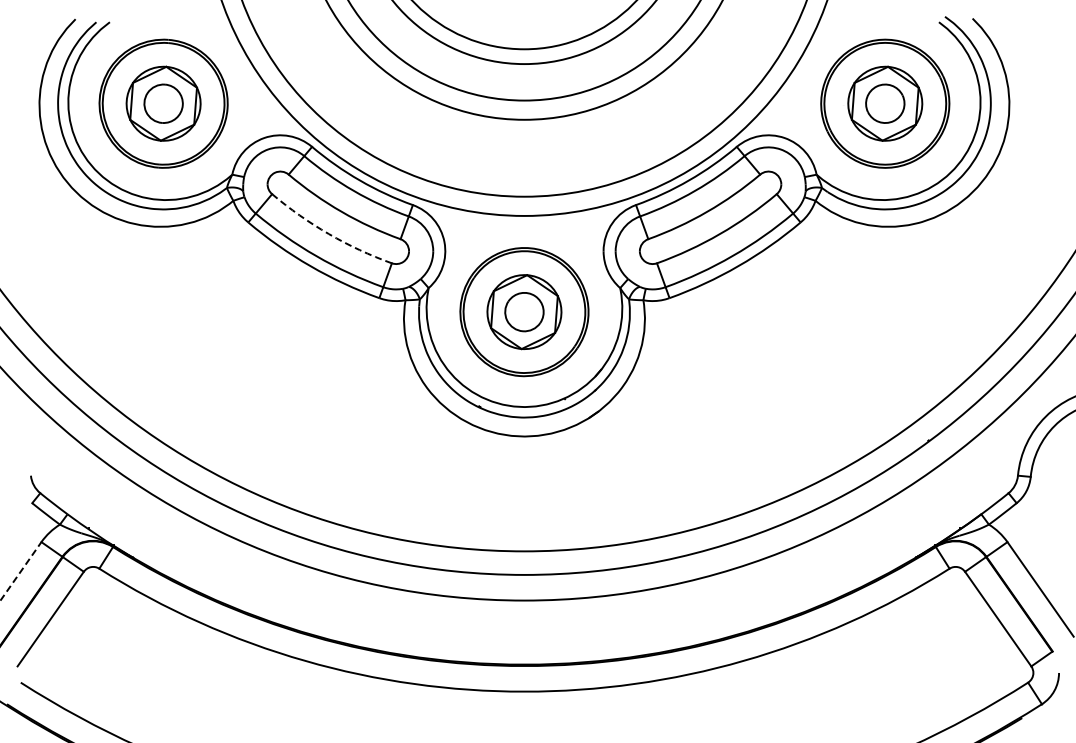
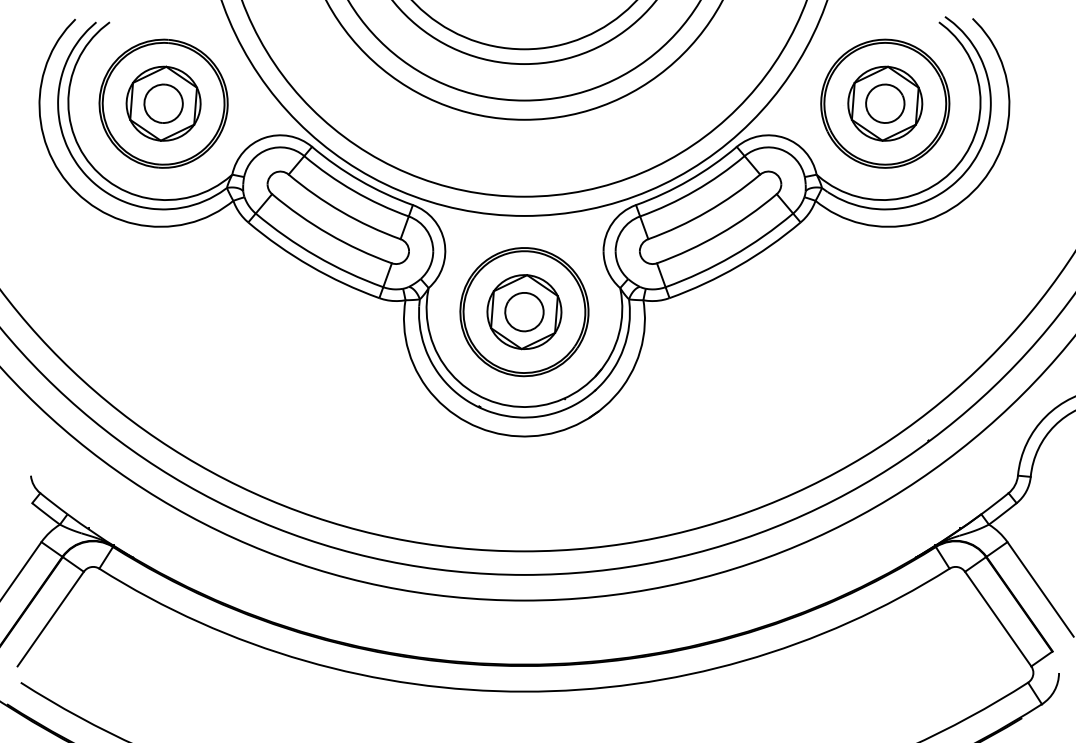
arc at (328, 234): dashed -> solid
line at (20, 571): dashed -> solid
